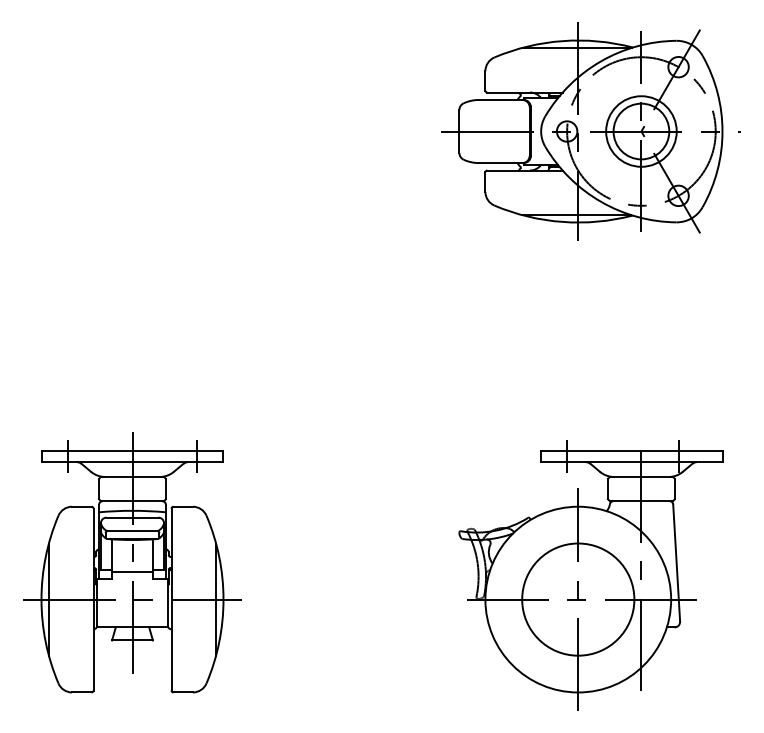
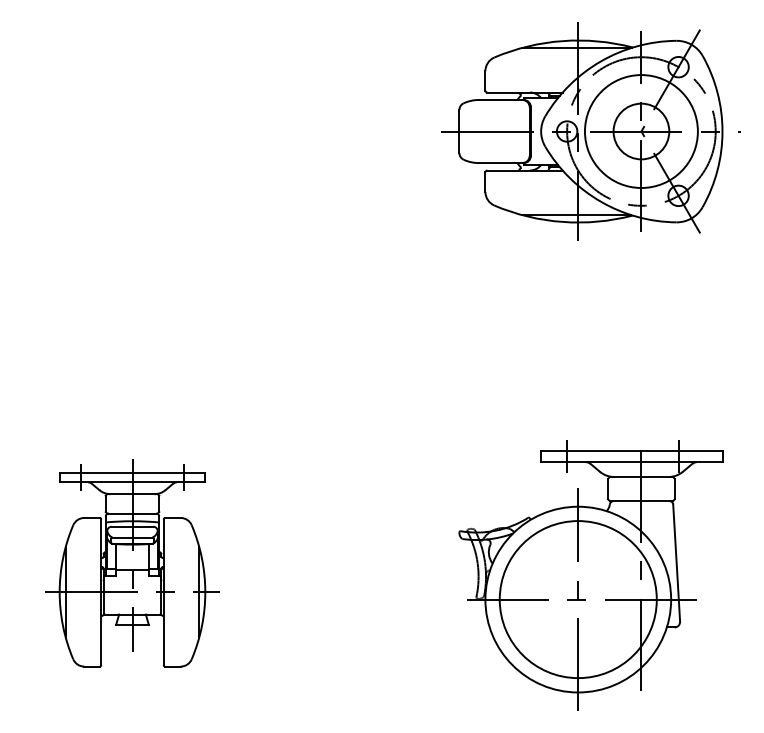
circle at (641, 131) diameter: 71 px -> 113 px
part at (132, 562) size: 219x262 px -> 175x209 px
circle at (578, 599) diameter: 112 px -> 157 px
